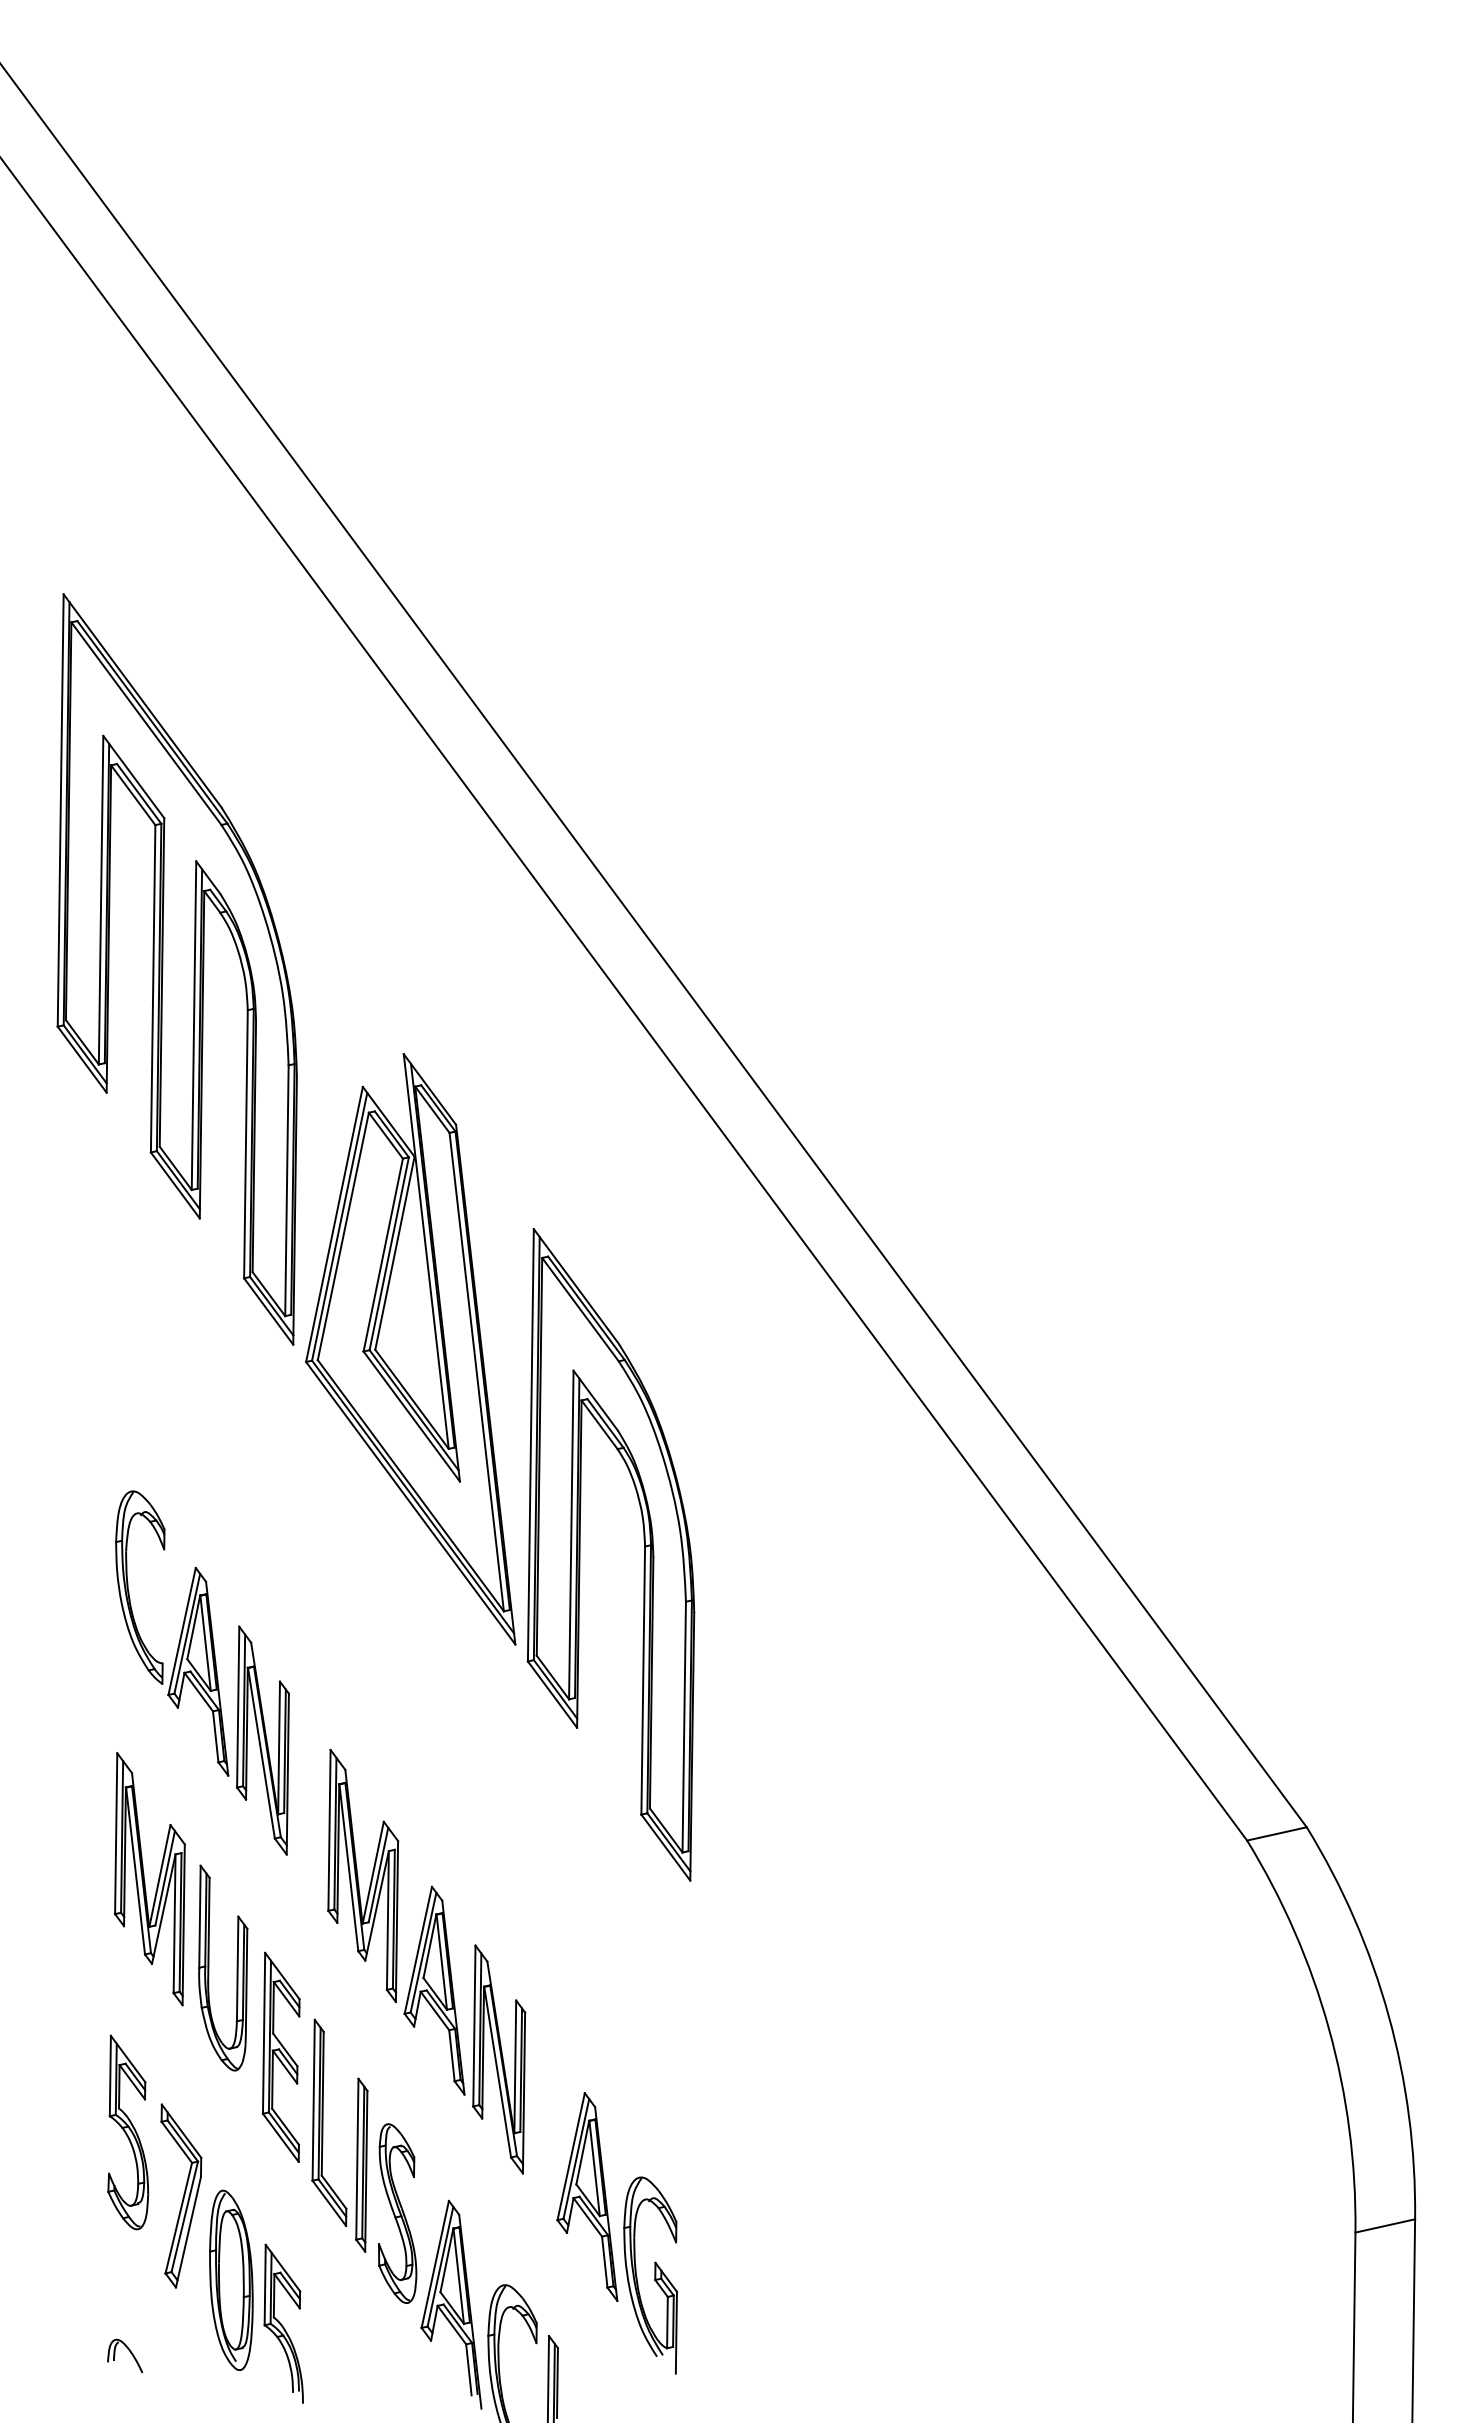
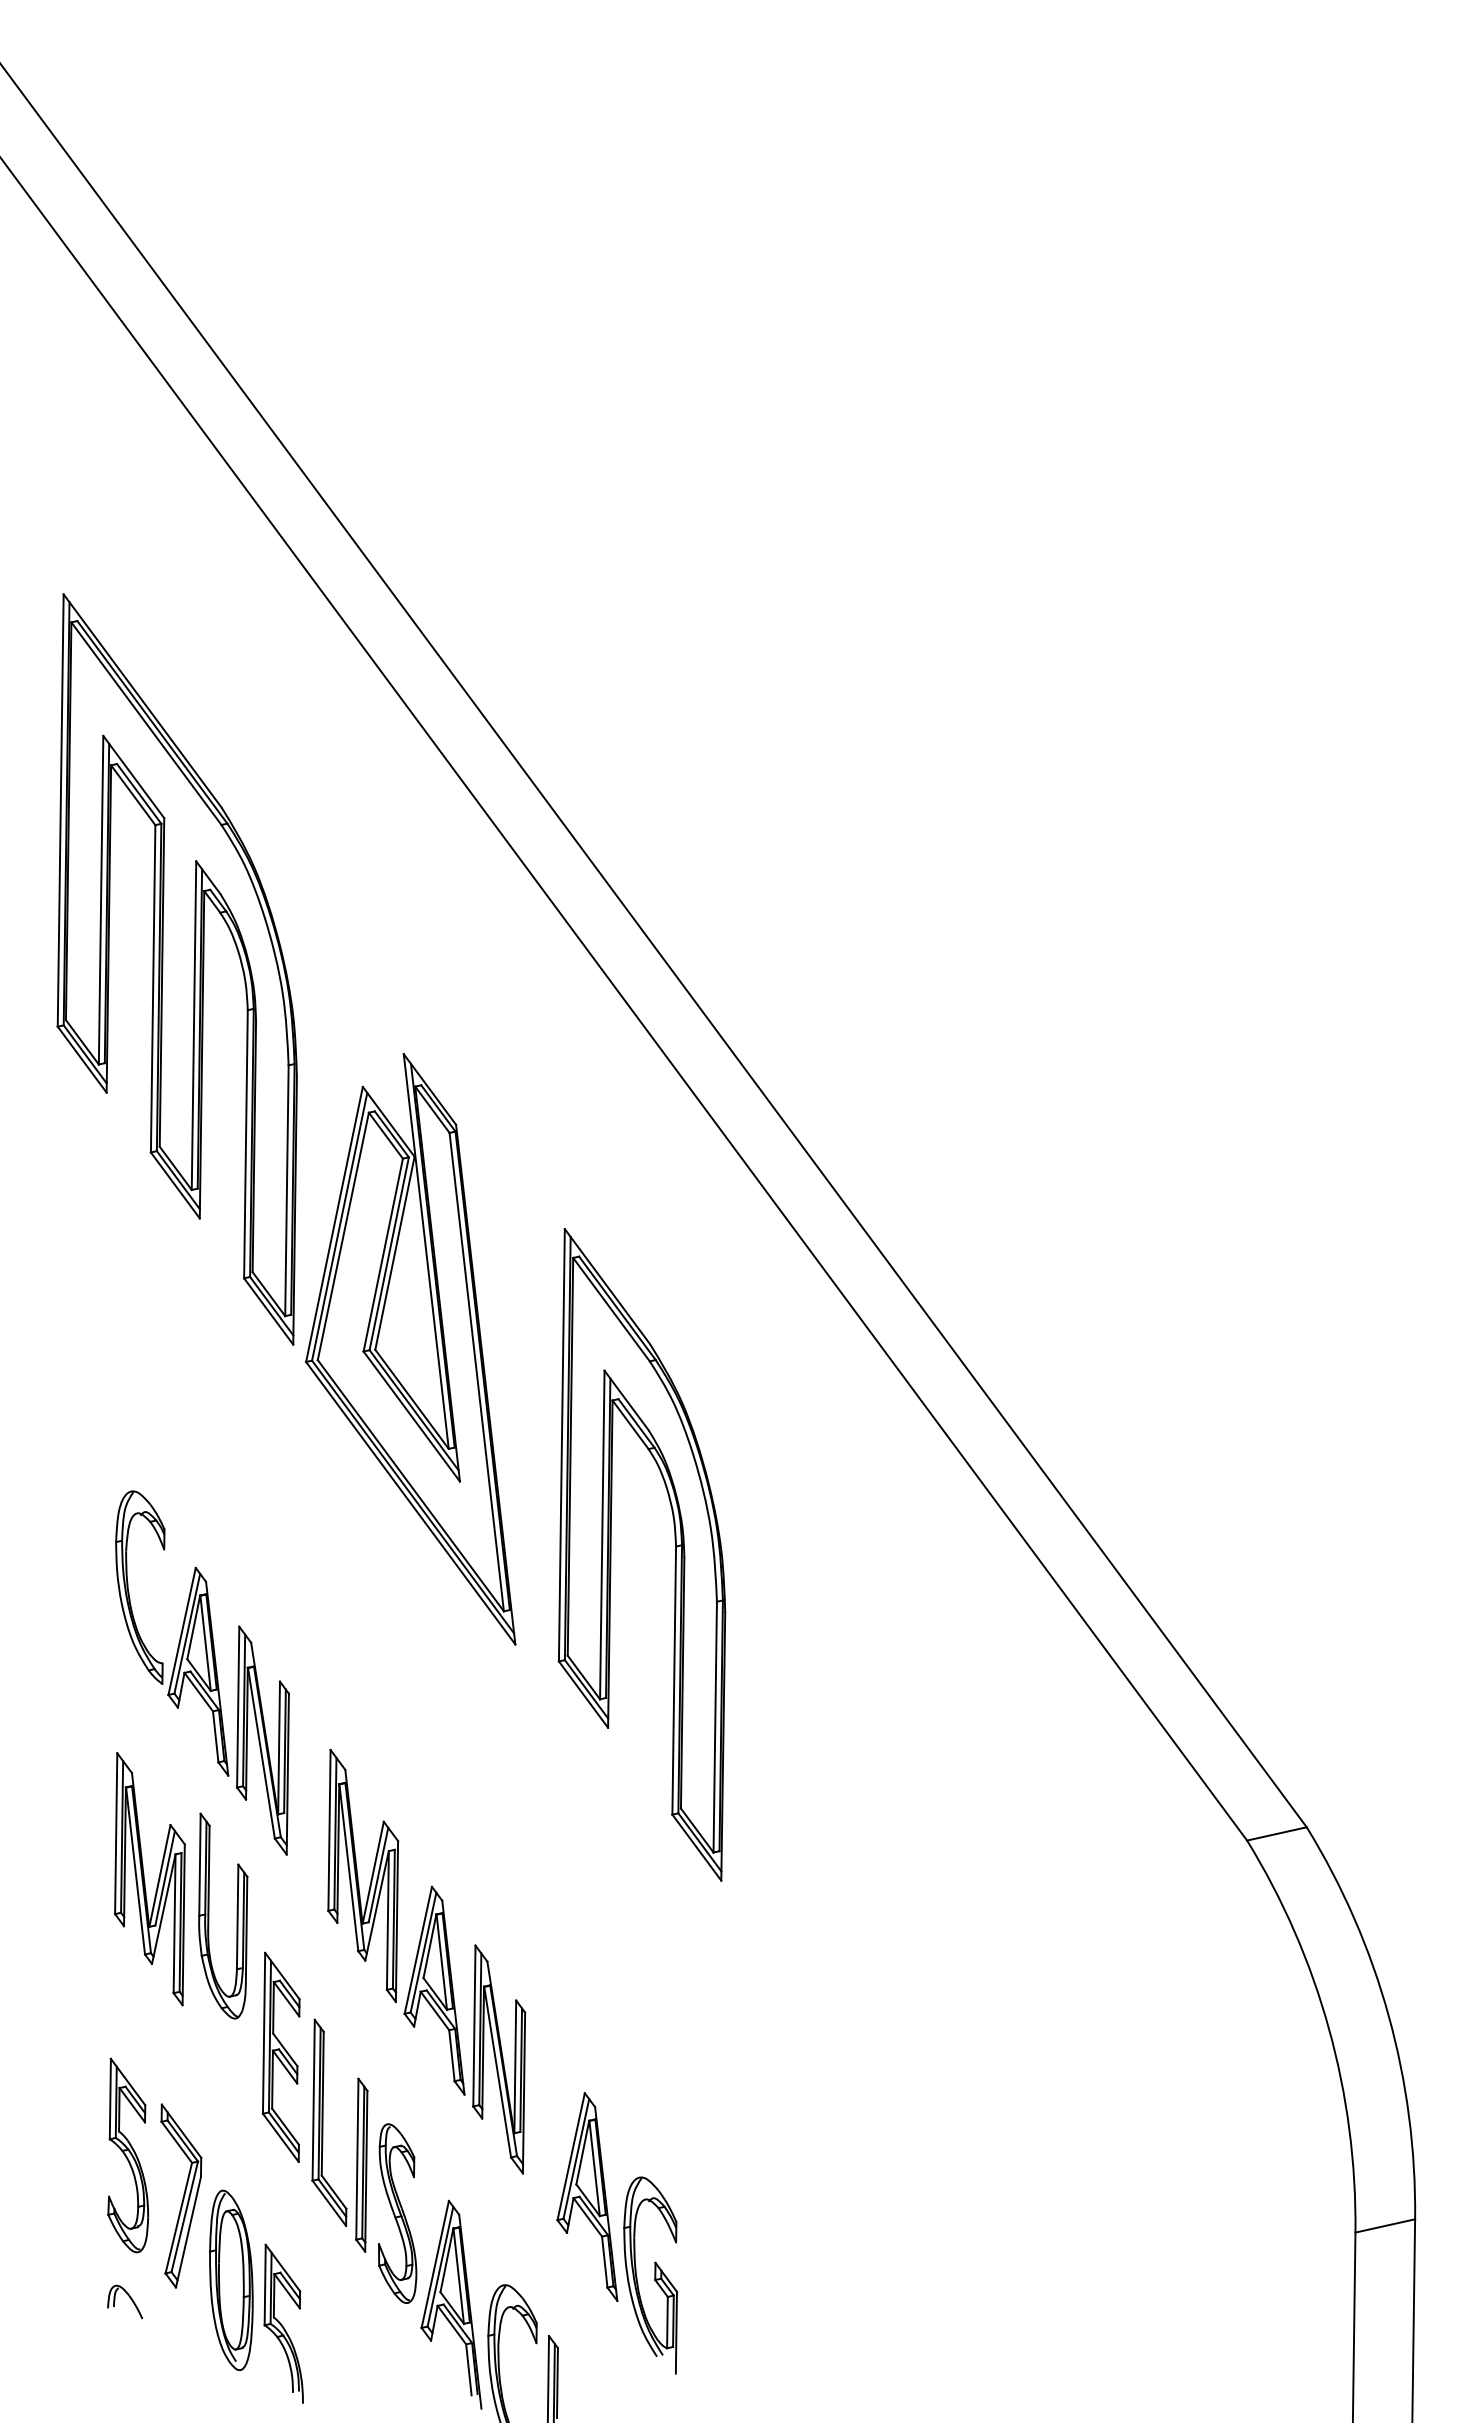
part at (580, 1554) position: (580, 1554) -> (611, 1554)
part at (236, 1967) position: (236, 1967) -> (236, 1915)
part at (128, 2132) position: (128, 2132) -> (128, 2155)
part at (125, 2355) position: (125, 2355) -> (125, 2301)
